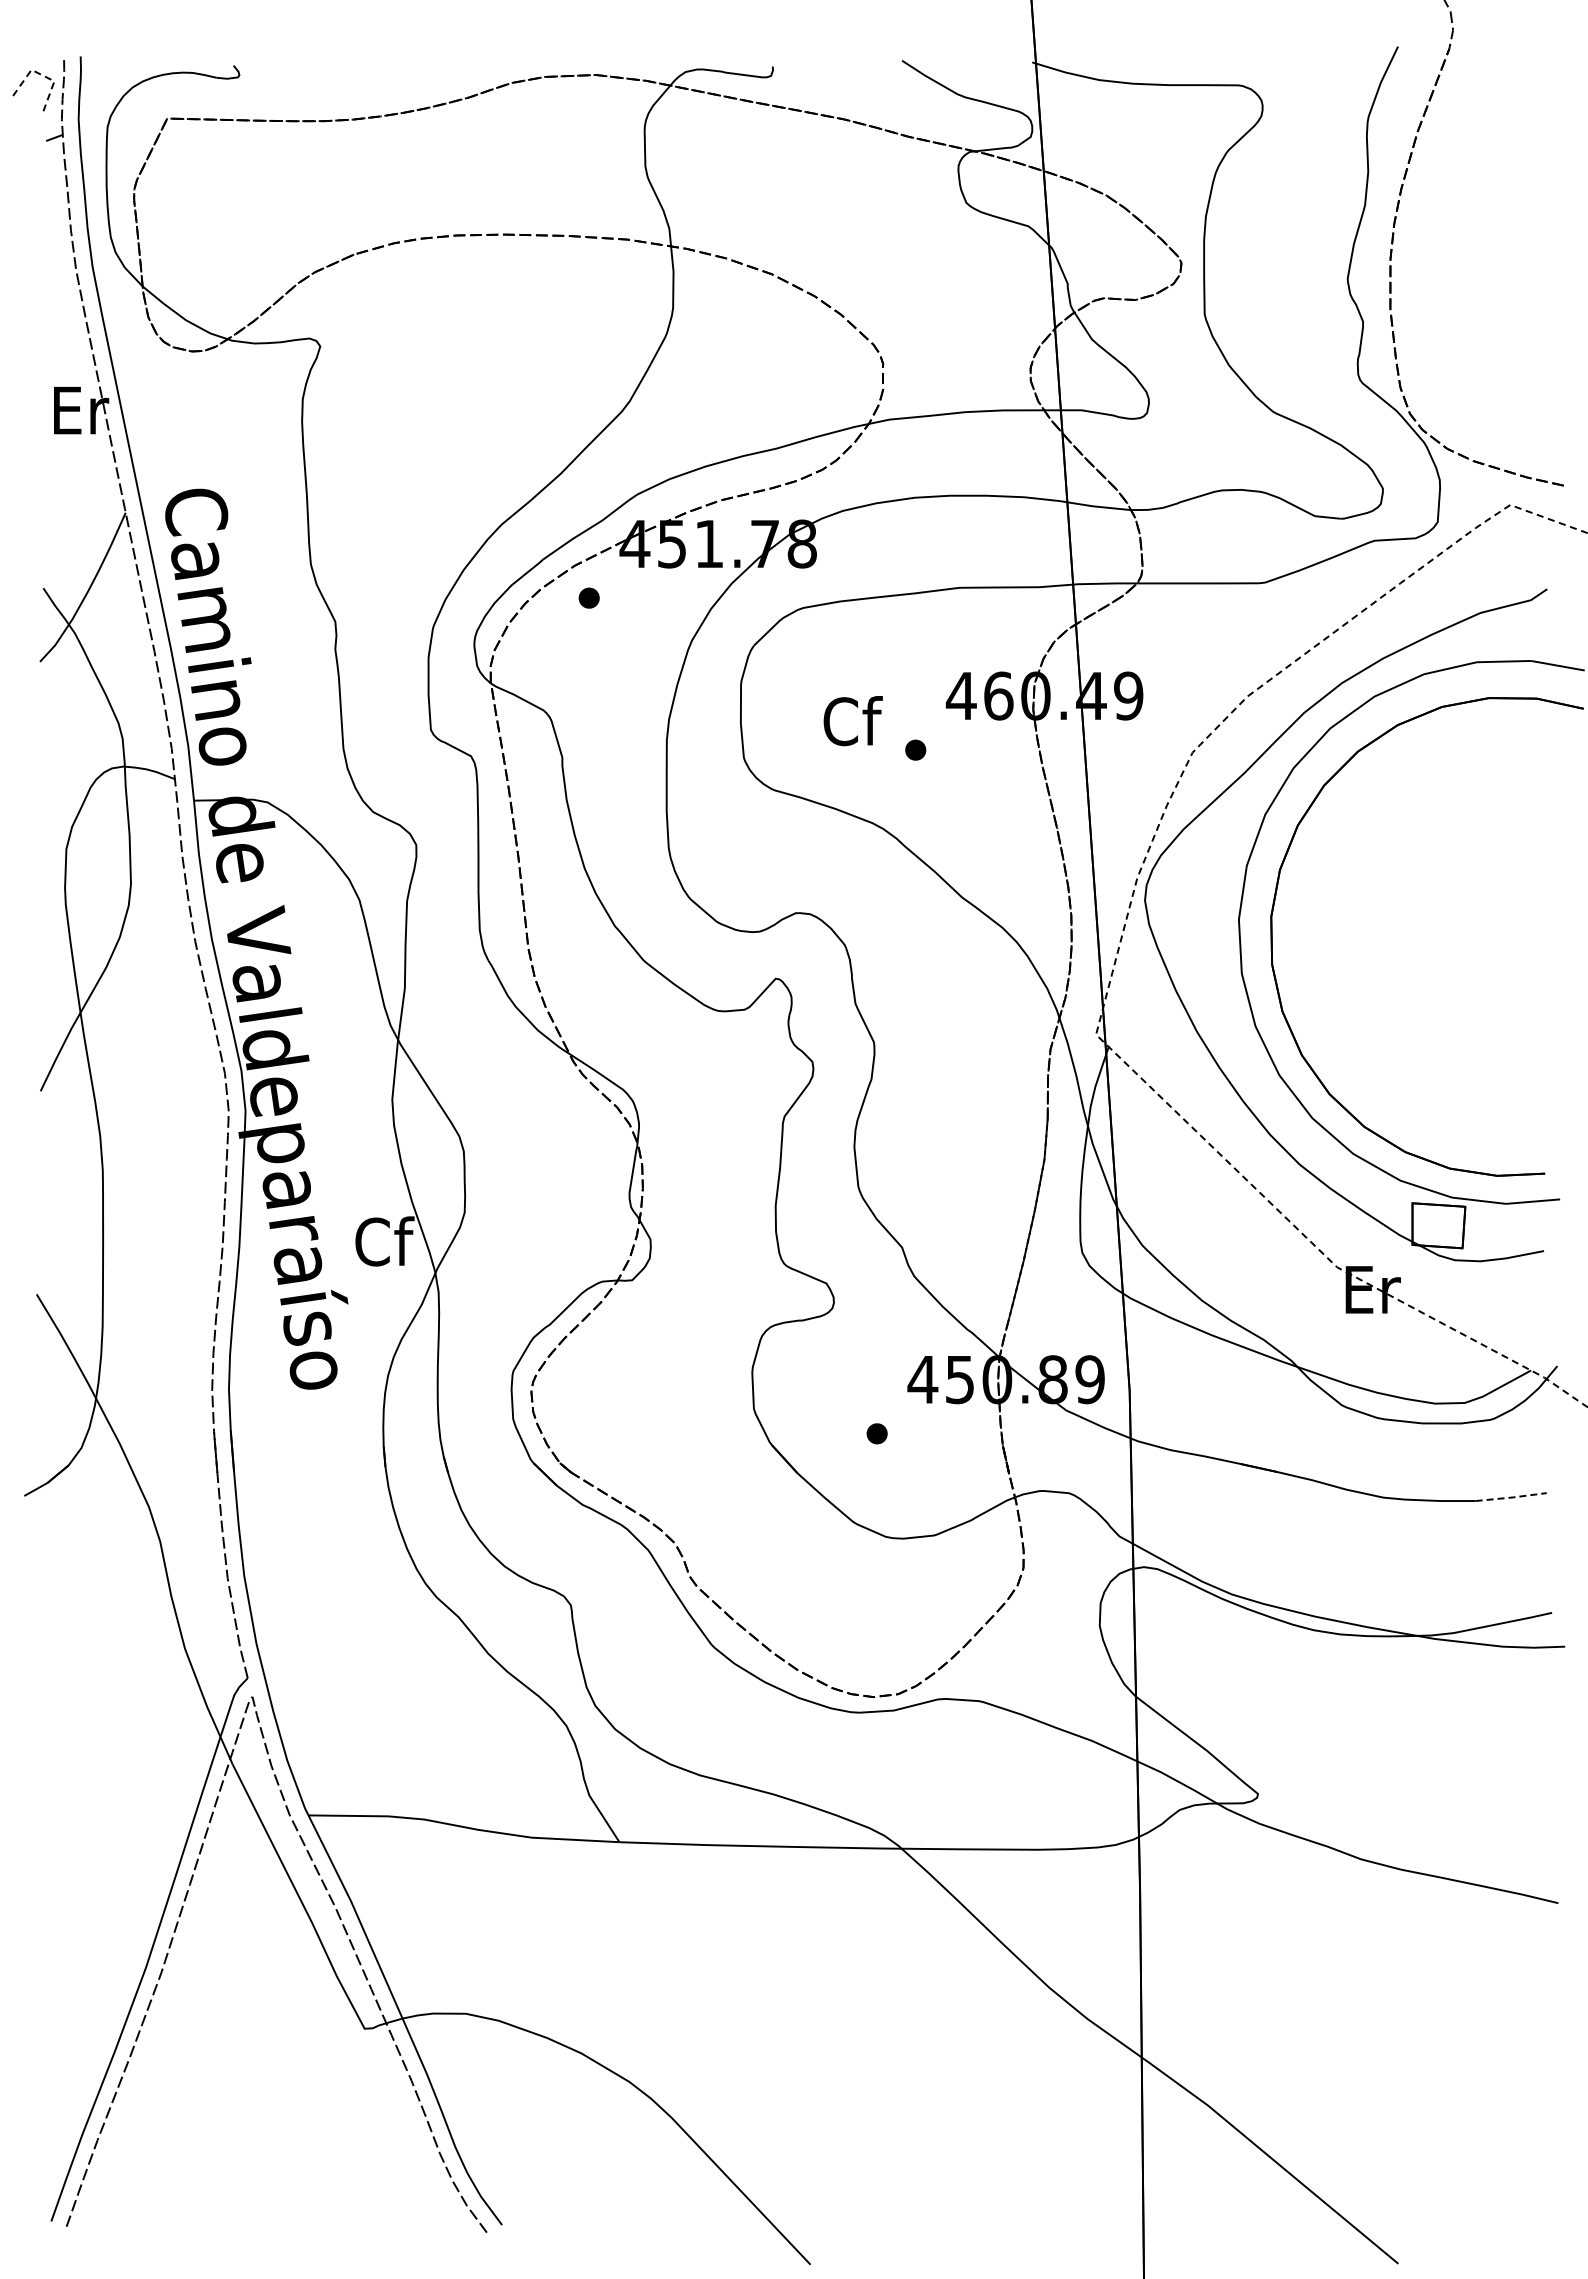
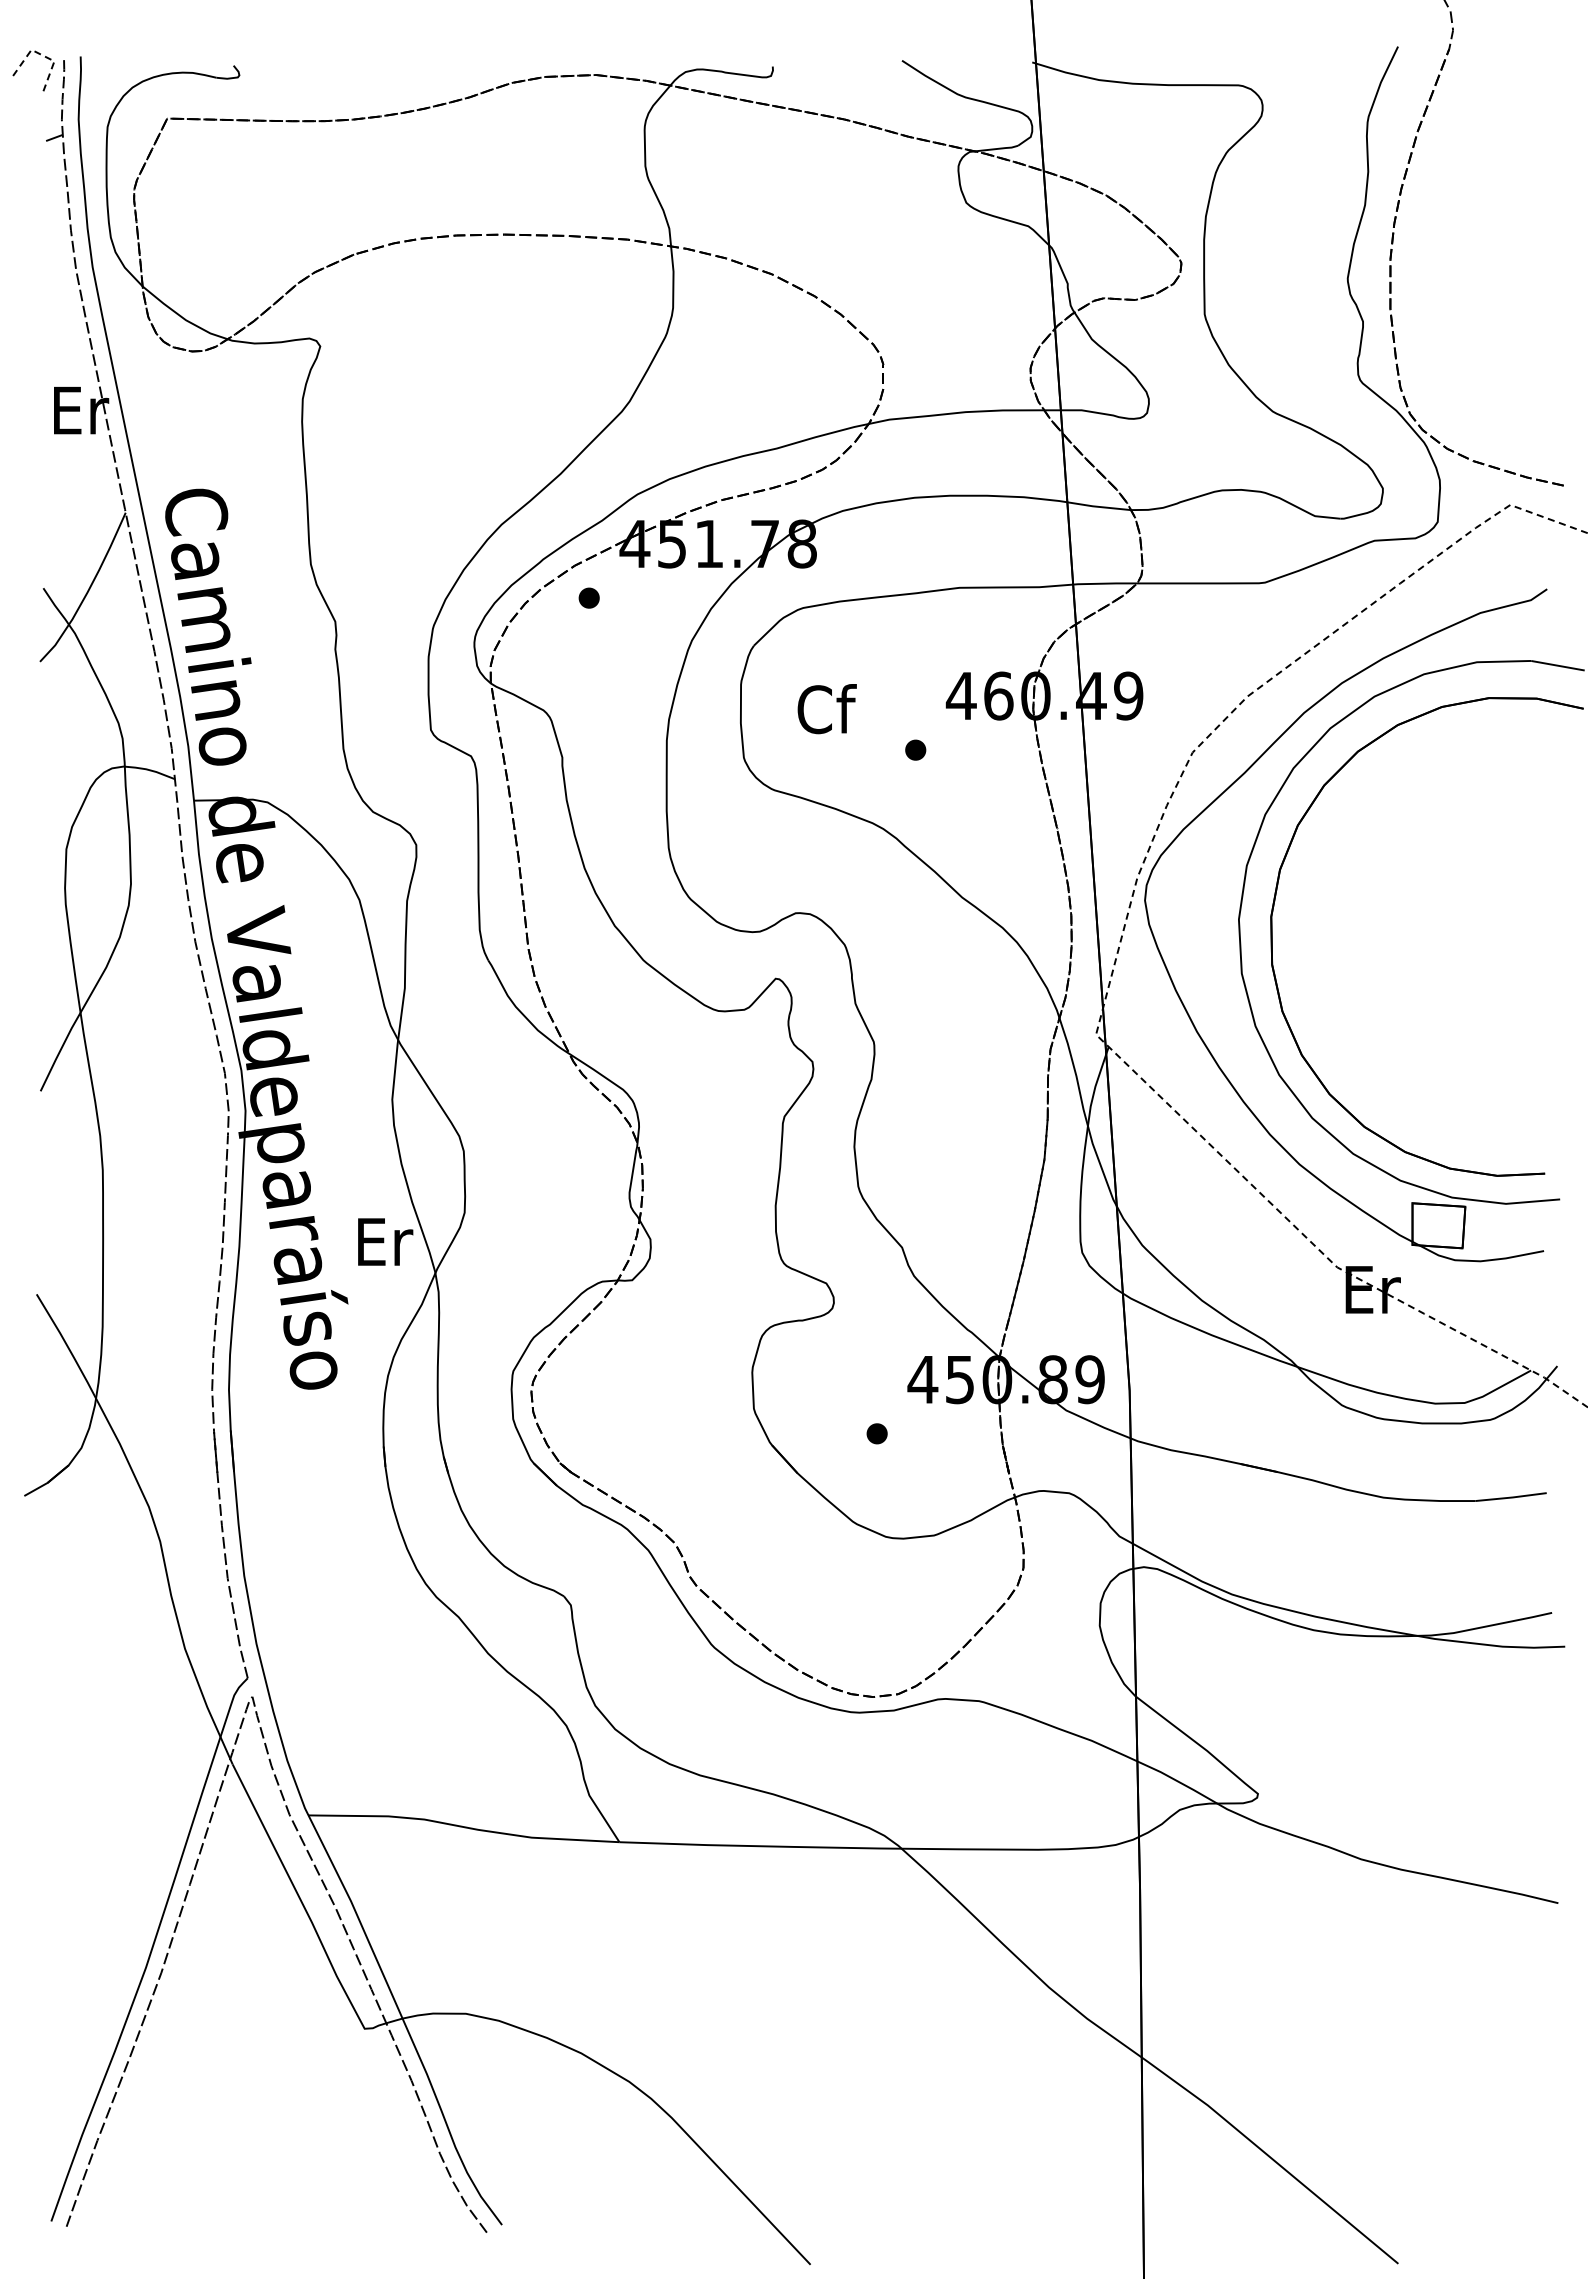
line at (23, 83) position: (23, 83) -> (23, 63)
text at (852, 721) position: (852, 721) -> (826, 709)
text at (384, 1241): Cf -> Er
line at (1512, 1497): dashed -> solid
